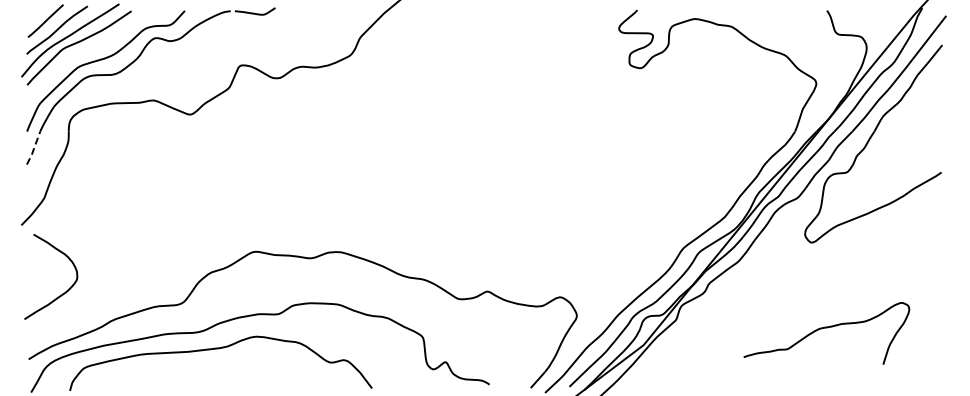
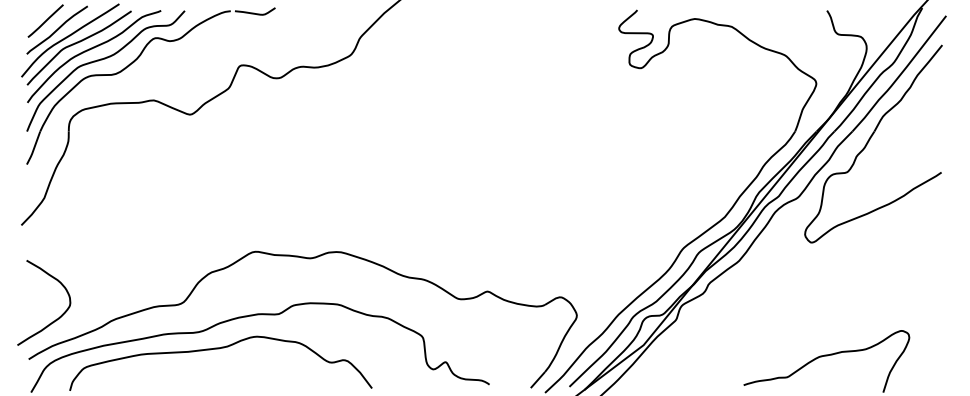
curve at (90, 50): none -> present
line at (33, 149): dashed -> solid
curve at (63, 292) position: (63, 292) -> (56, 318)
curve at (826, 328) position: (826, 328) -> (826, 356)
